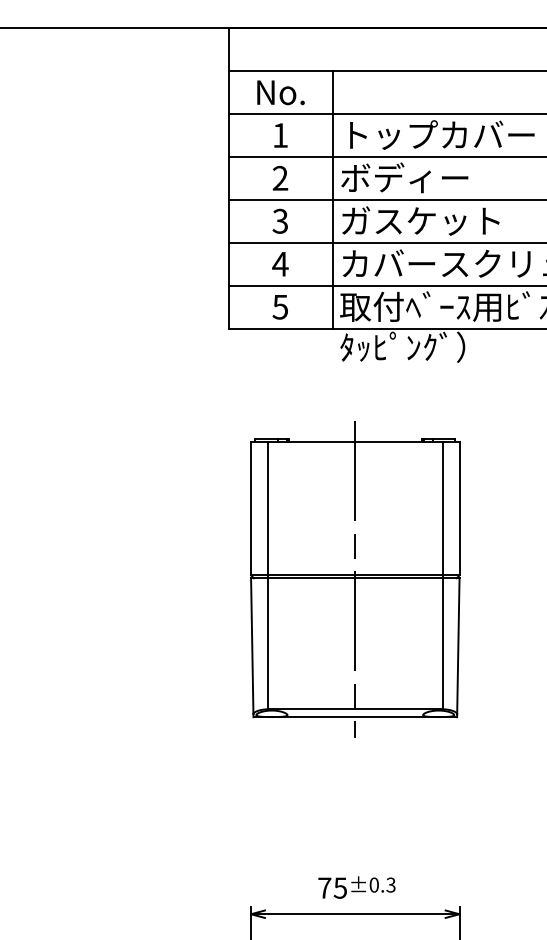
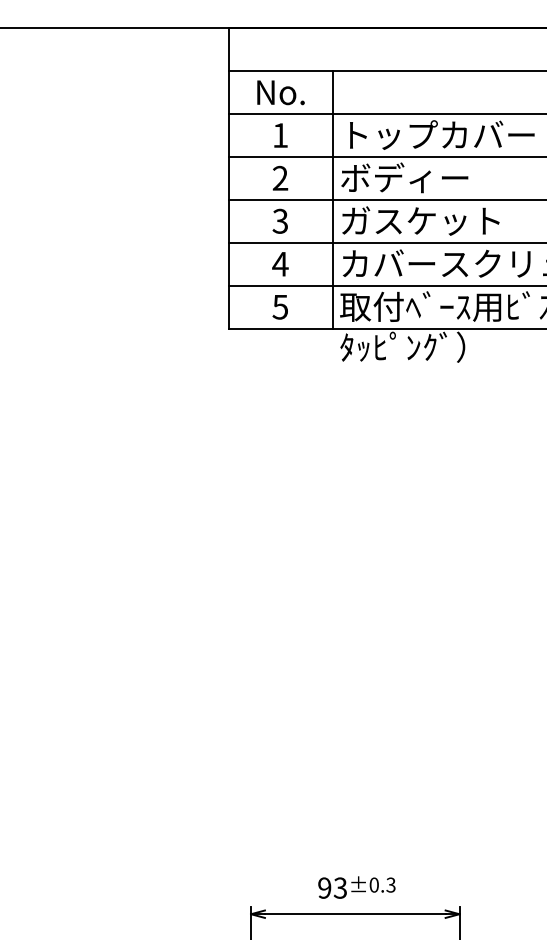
part at (355, 579): present -> none
text at (332, 887): 75 -> 93
